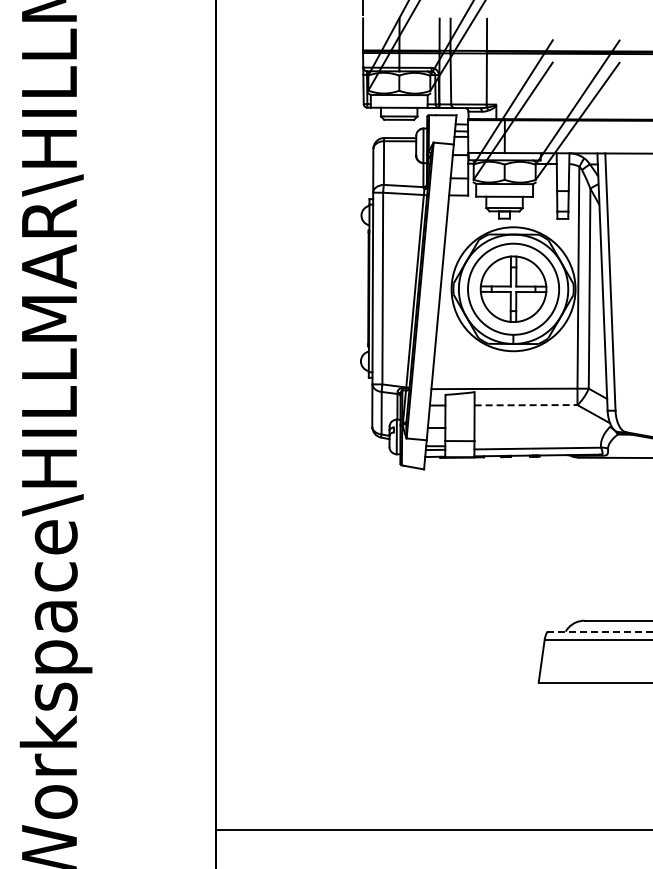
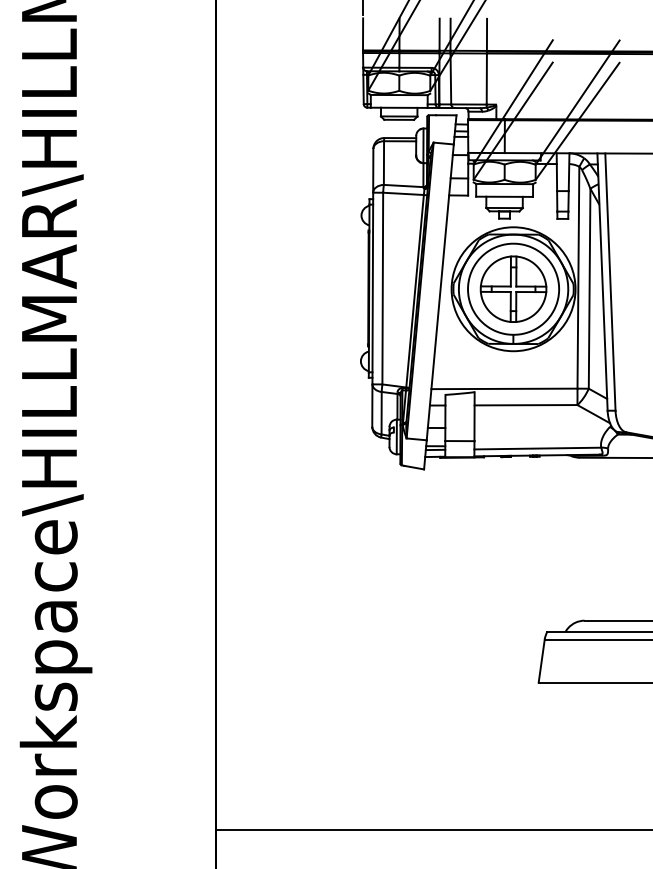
line at (526, 405): dashed -> solid
line at (600, 631): dashed -> solid
